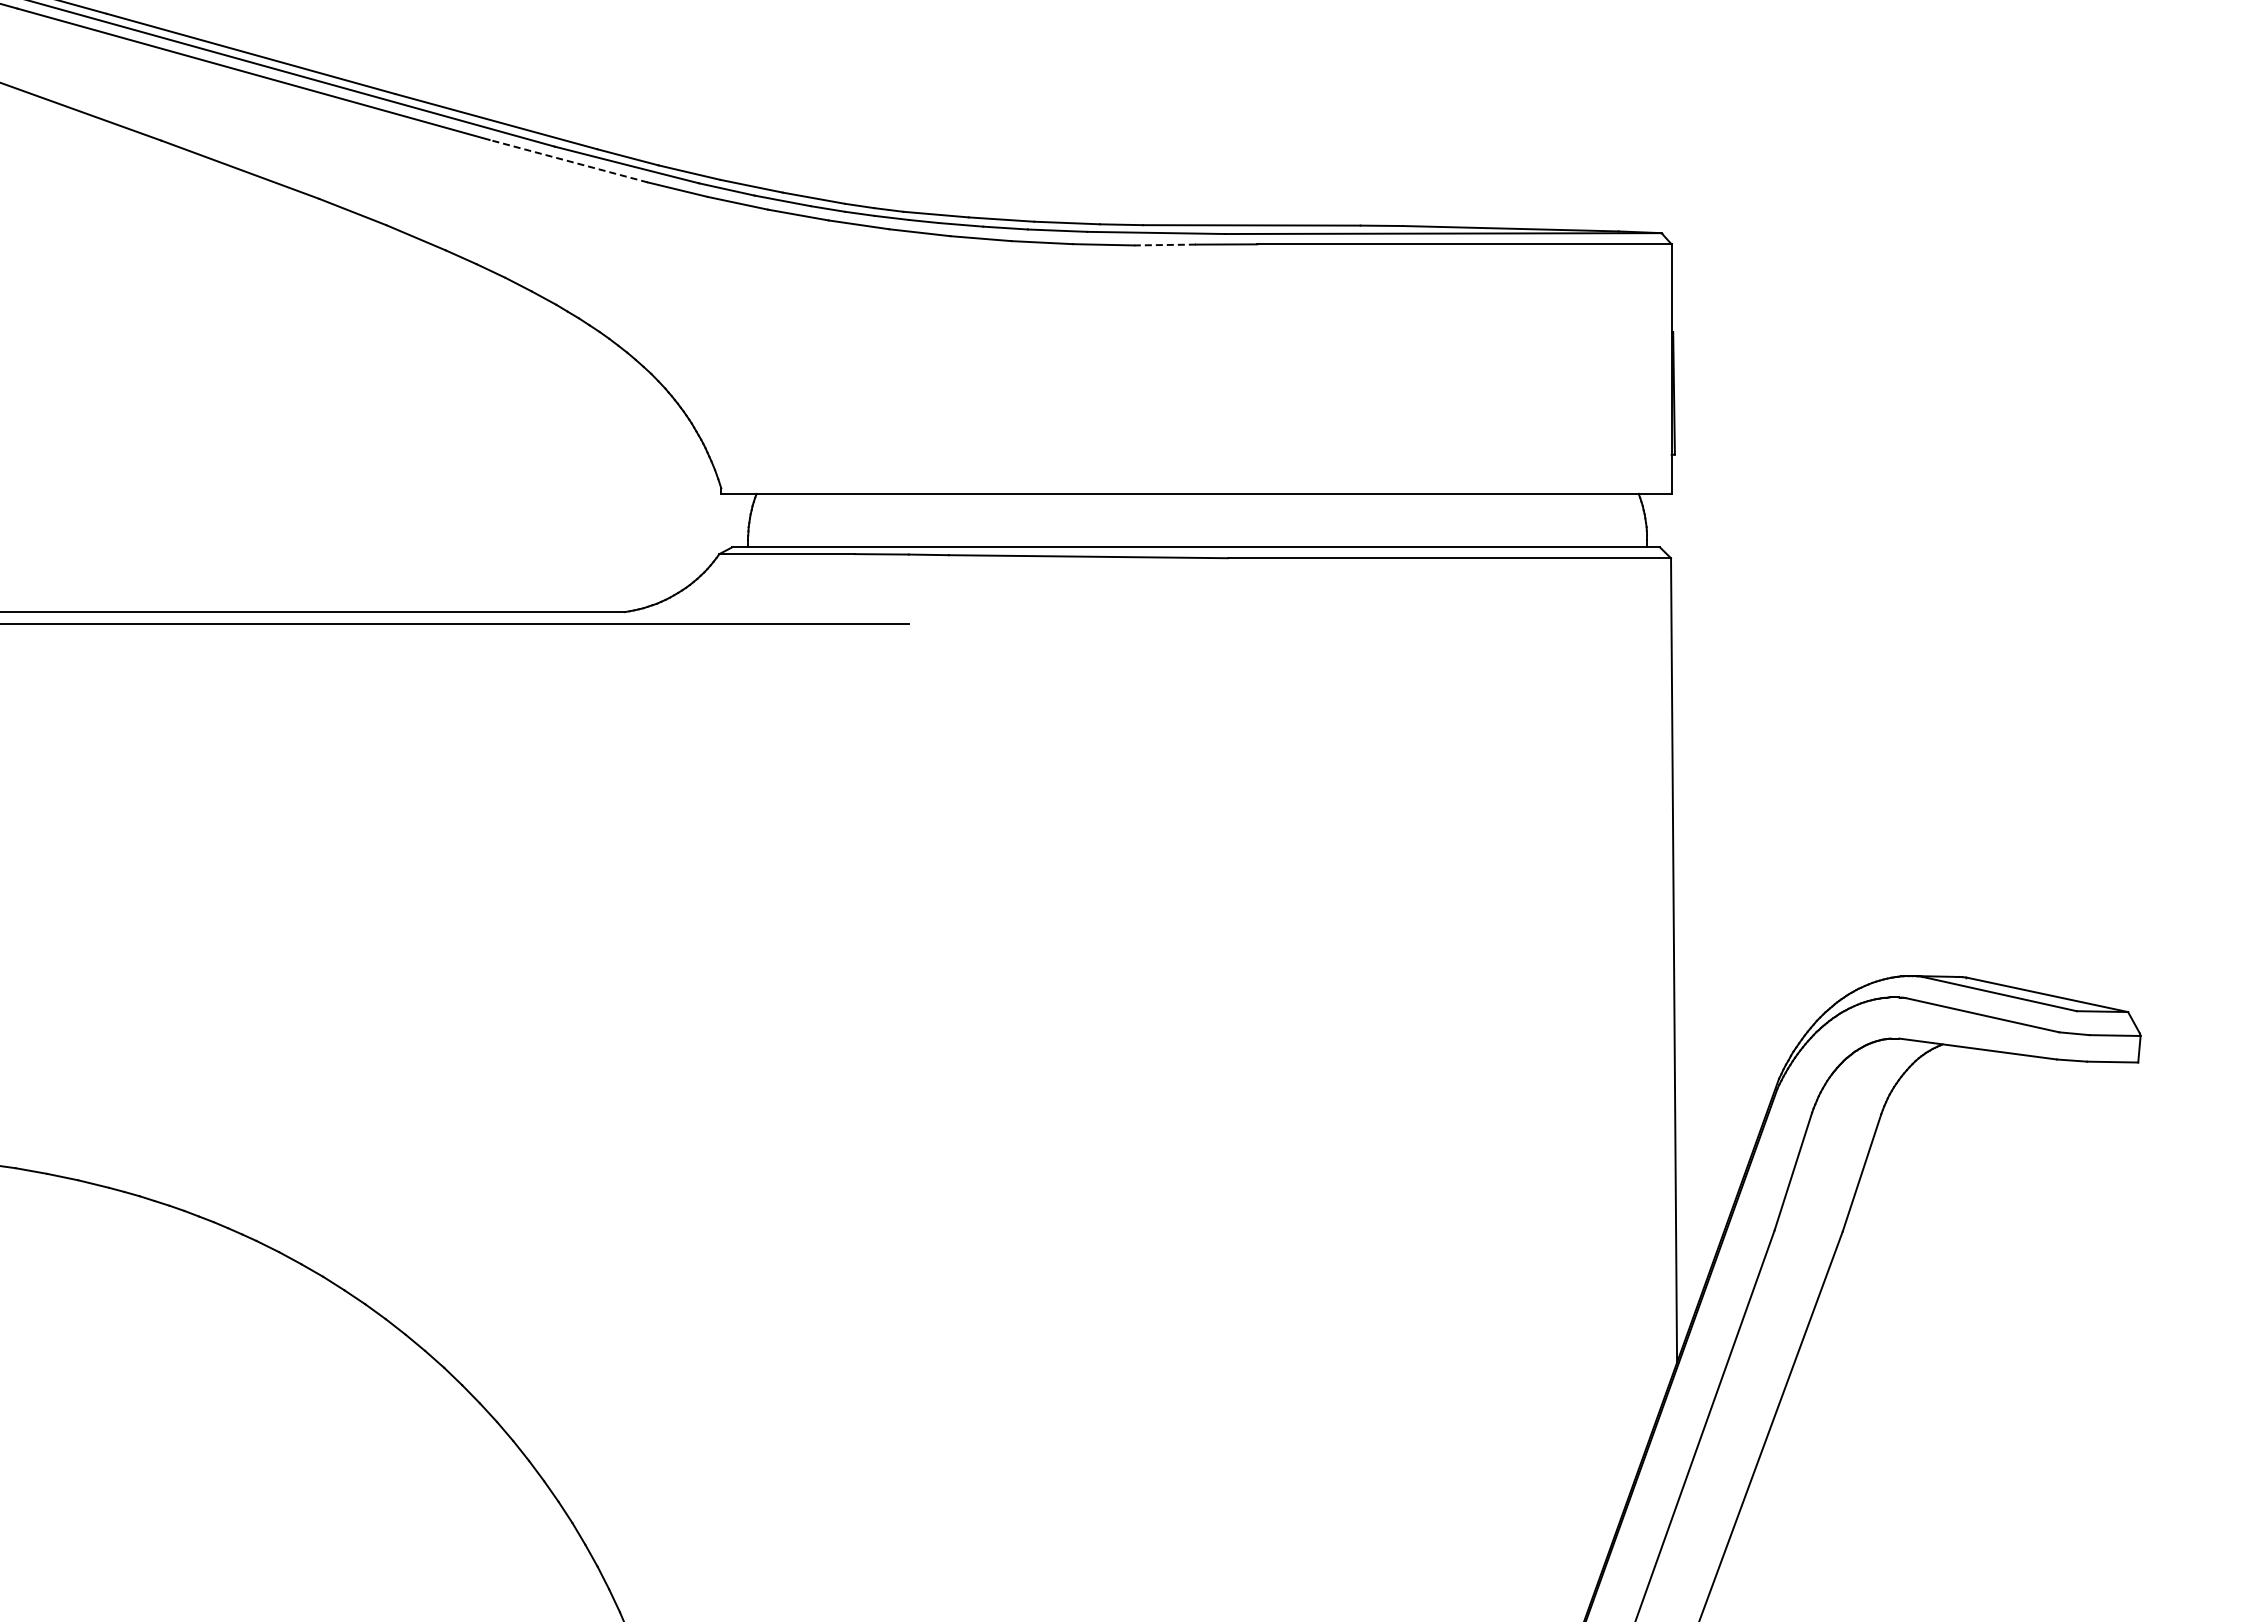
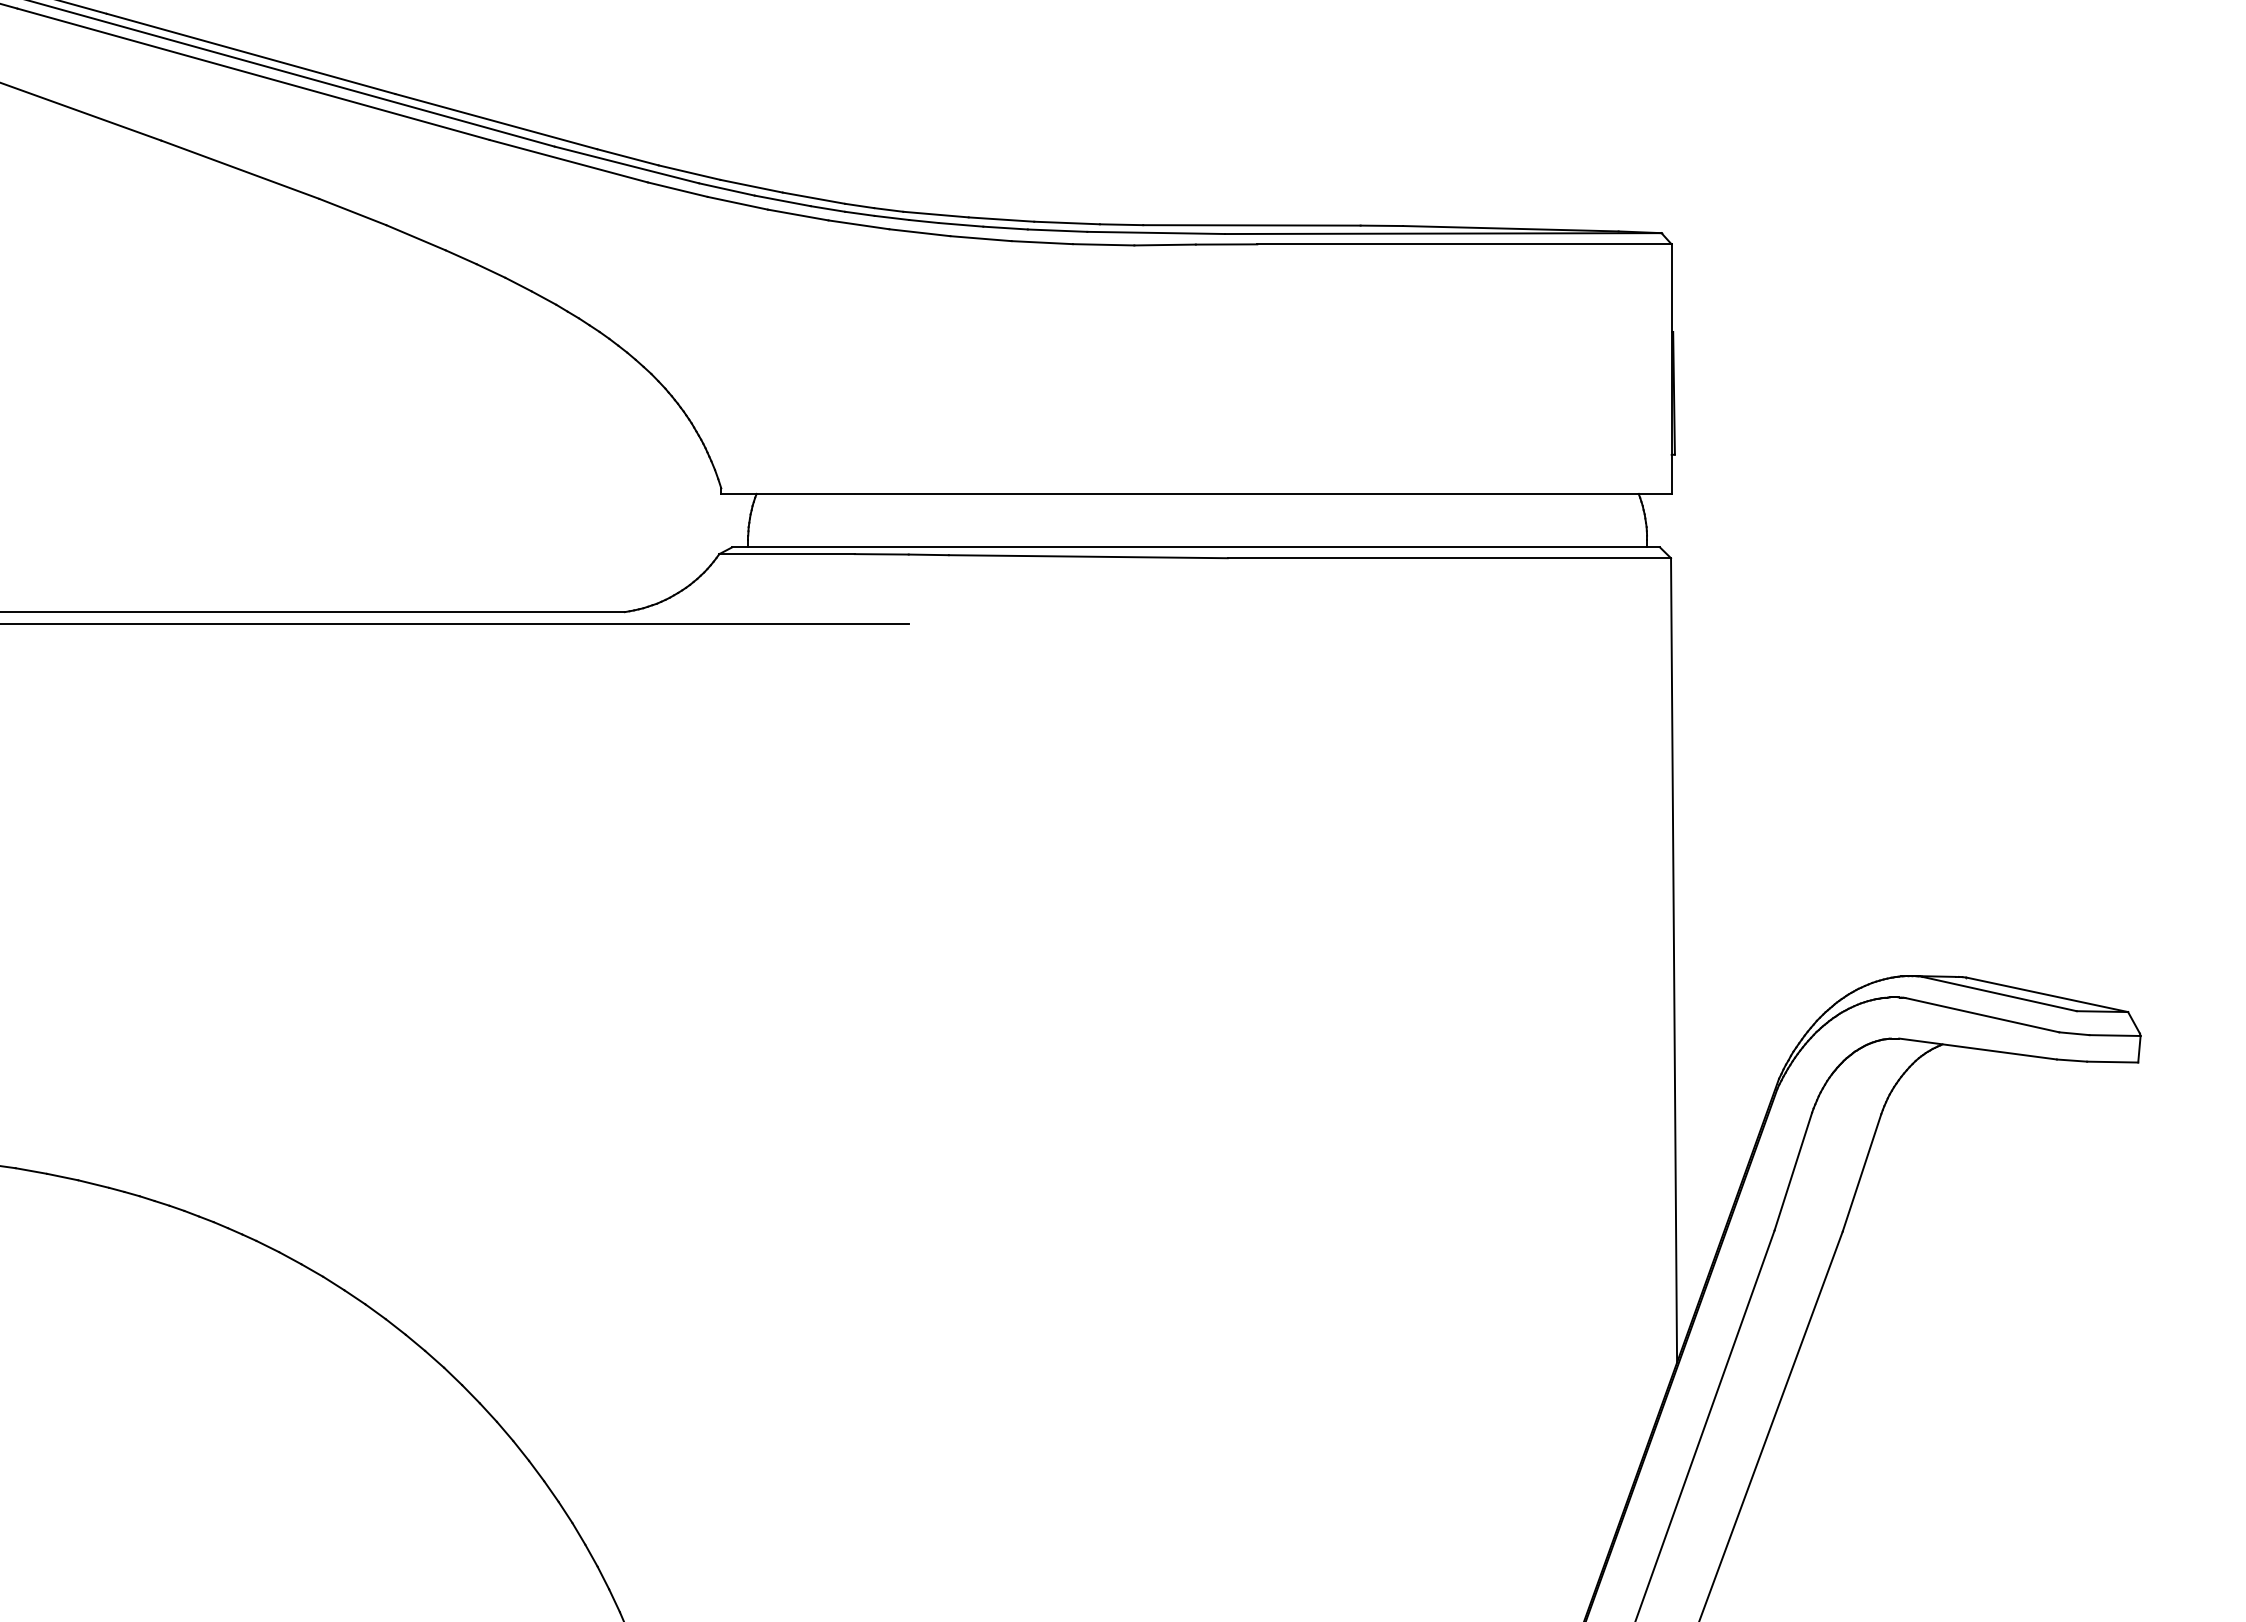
line at (568, 161): dashed -> solid
line at (1165, 245): dashed -> solid
